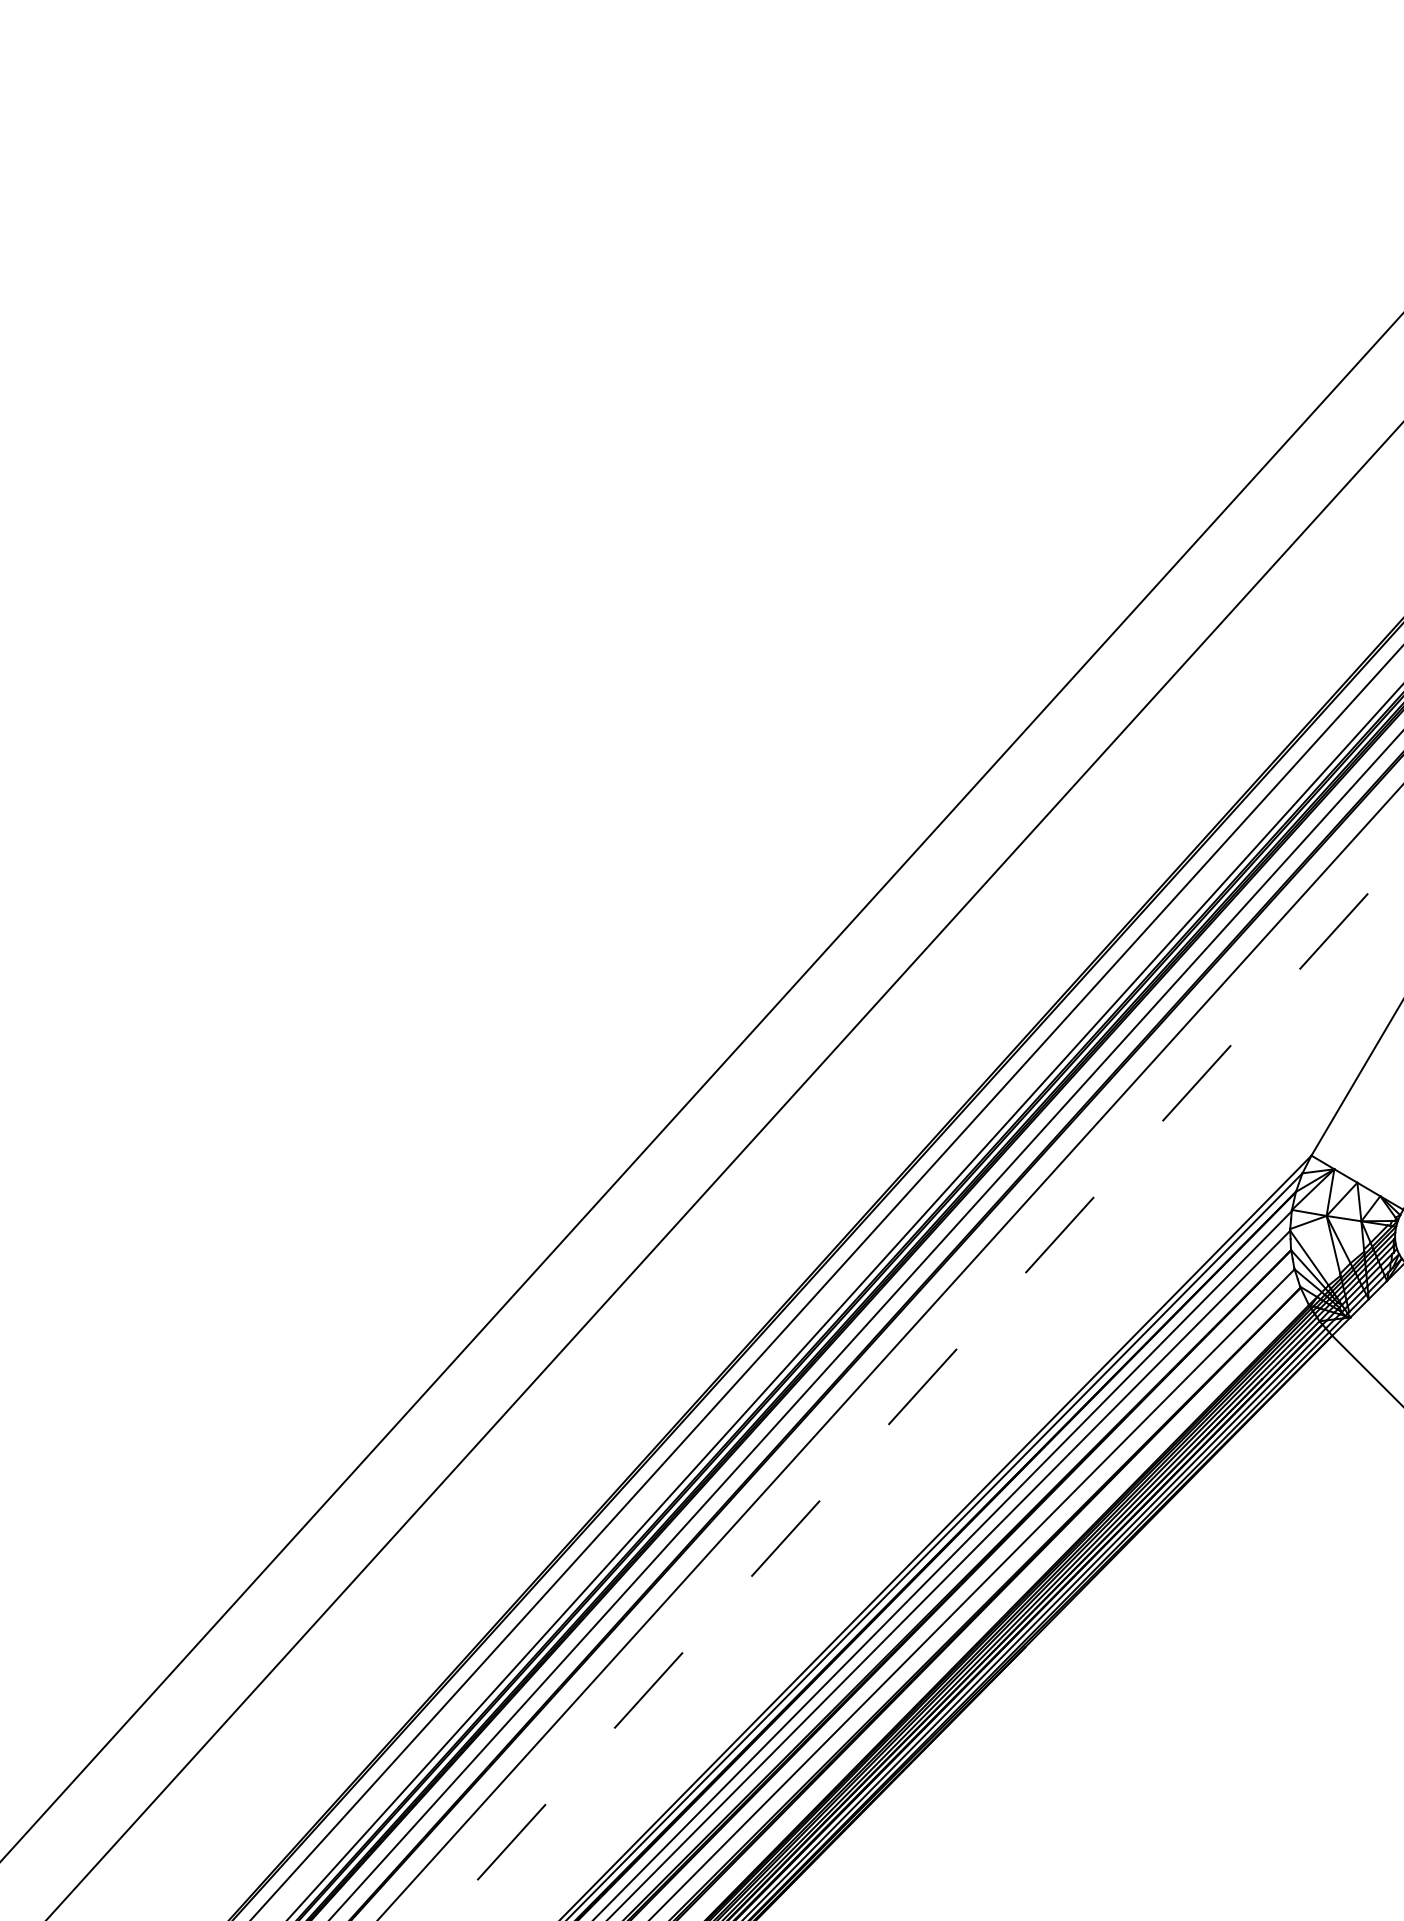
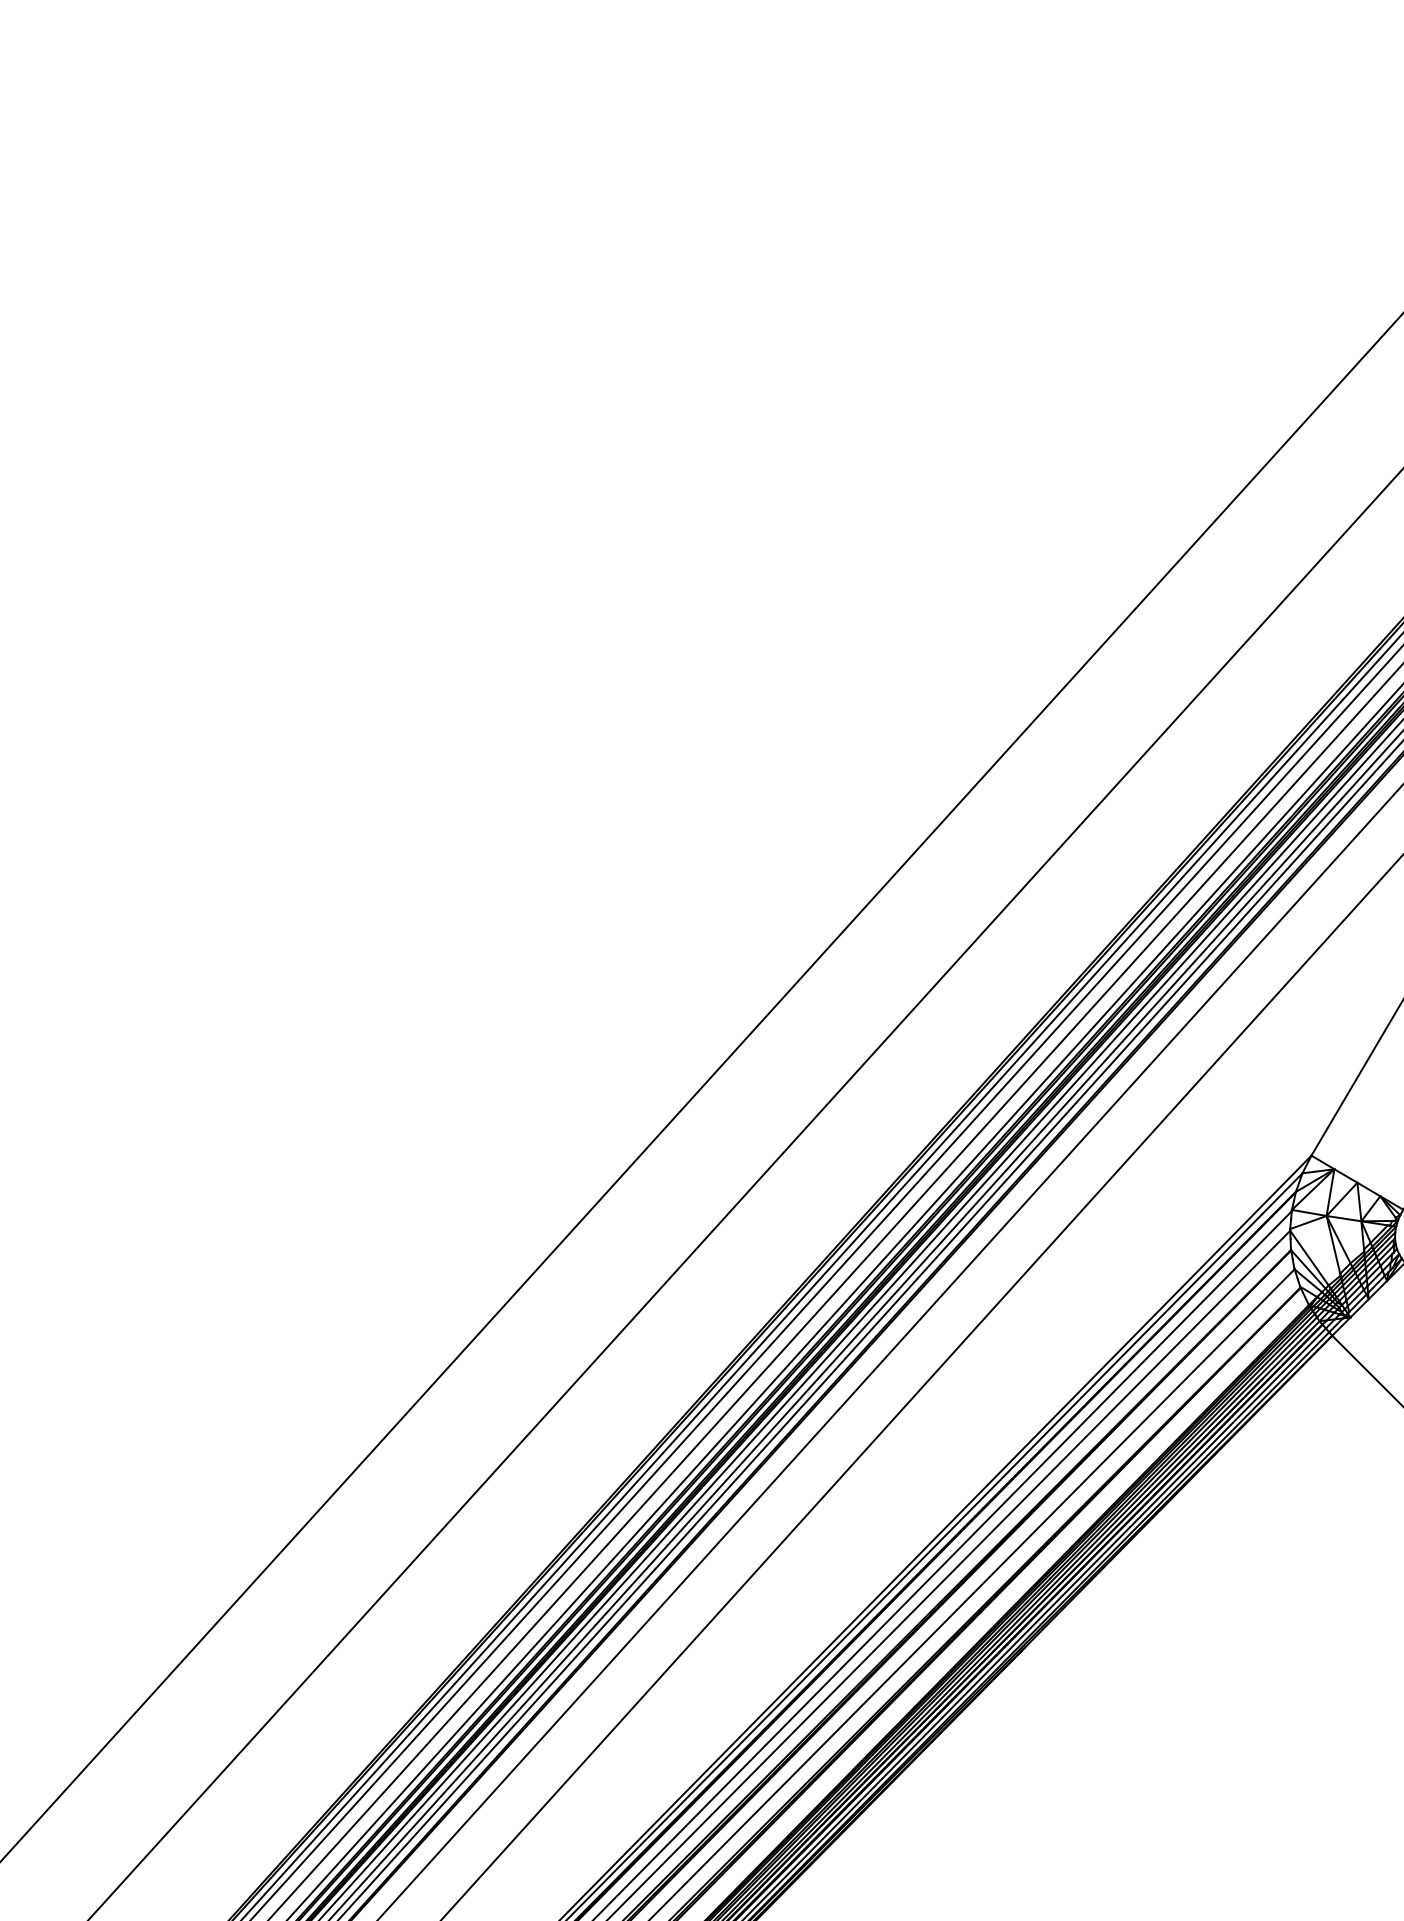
line at (724, 1171) position: (724, 1171) -> (745, 1194)
line at (821, 1276): none -> present
line at (835, 1291): none -> present
line at (860, 1319): none -> present
line at (870, 1330): none -> present
line at (922, 1386): dashed -> solid
